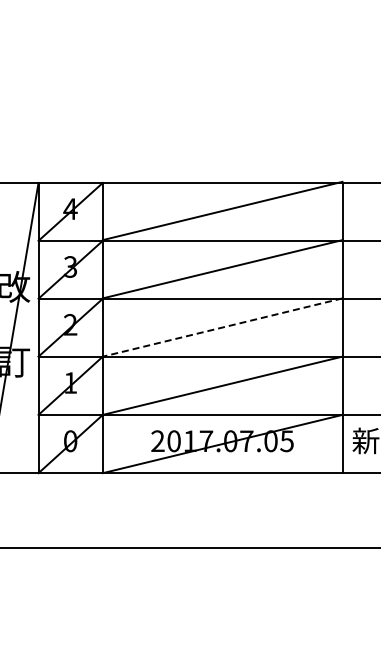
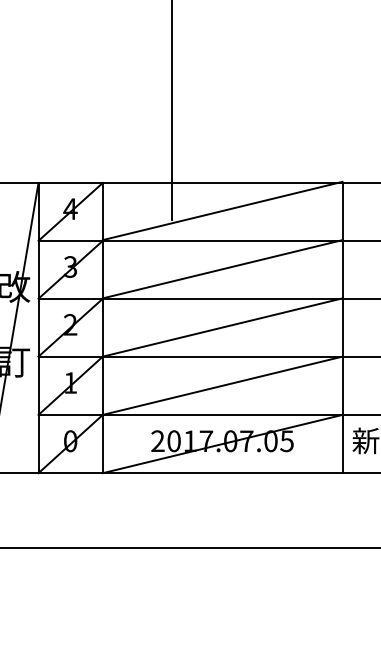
line at (172, 110): none -> present
line at (222, 327): dashed -> solid
